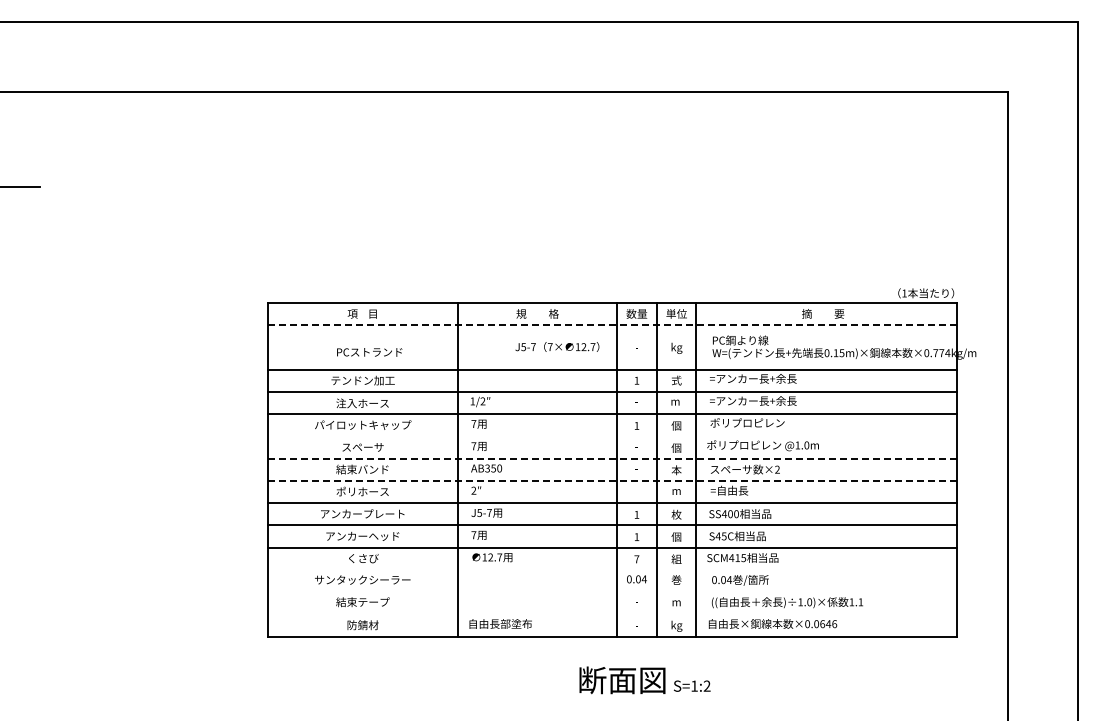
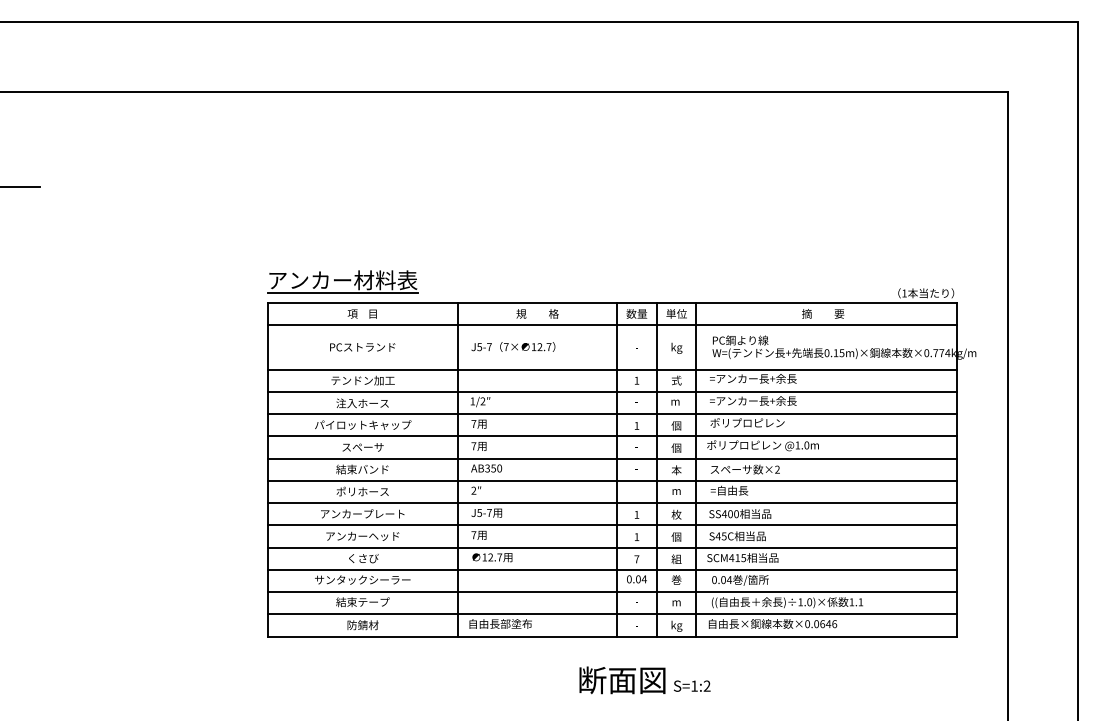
part at (342, 281): none -> present
line at (612, 325): dashed -> solid
text at (557, 346) position: (557, 346) -> (513, 346)
text at (369, 352) position: (369, 352) -> (362, 347)
line at (611, 436): none -> present
line at (612, 458): dashed -> solid
line at (612, 480): dashed -> solid
line at (611, 569): none -> present
line at (611, 592): none -> present
line at (611, 614): none -> present
